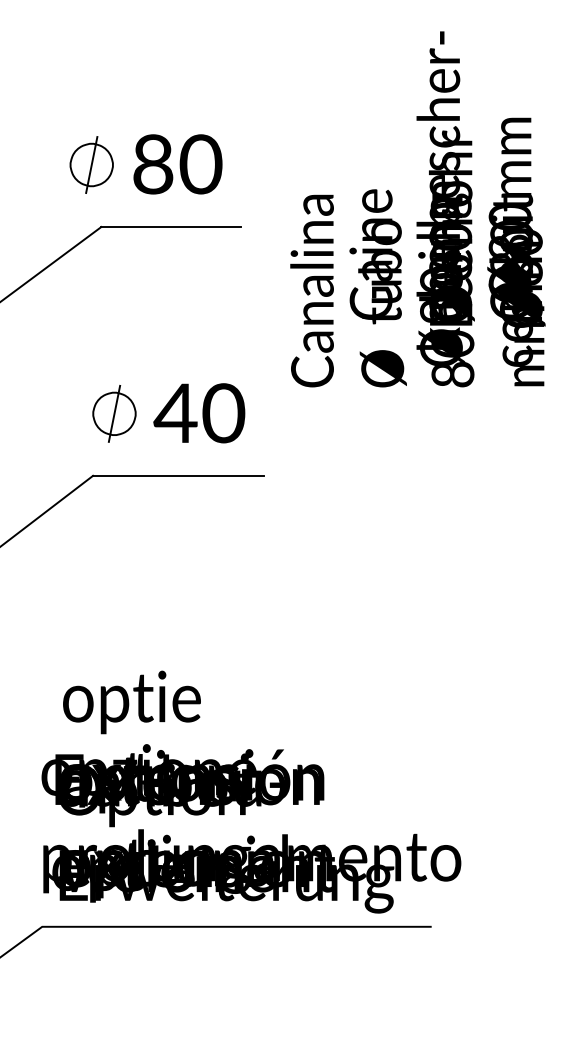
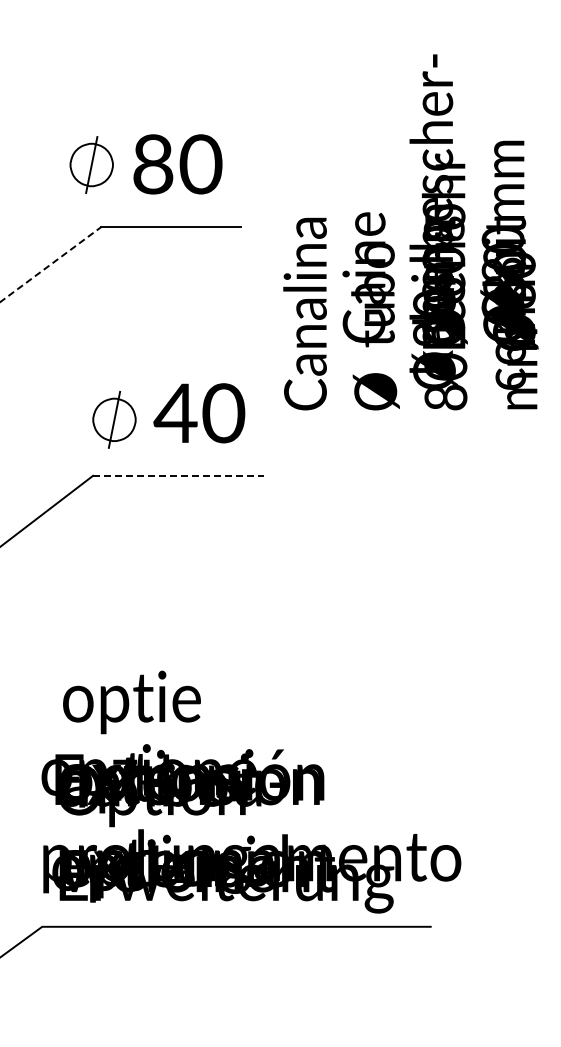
text at (417, 209) position: (417, 209) -> (410, 232)
line at (50, 264): solid -> dashed
part at (114, 413) position: (114, 413) -> (114, 419)
line at (178, 475): solid -> dashed
